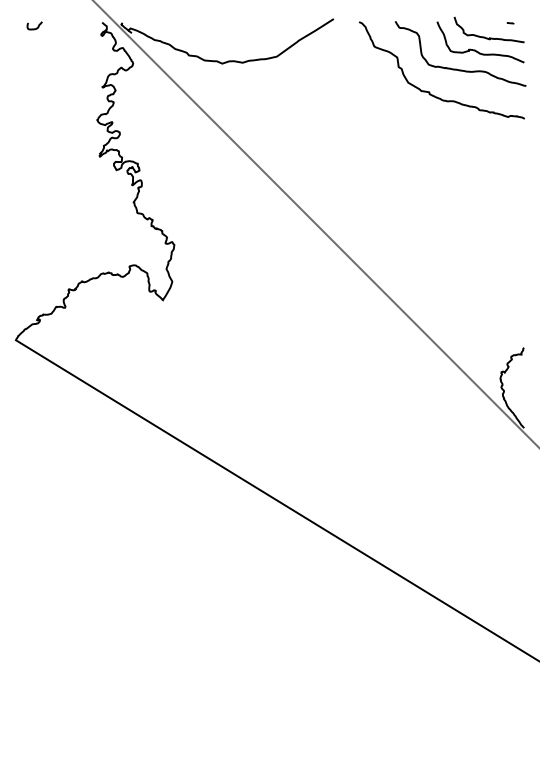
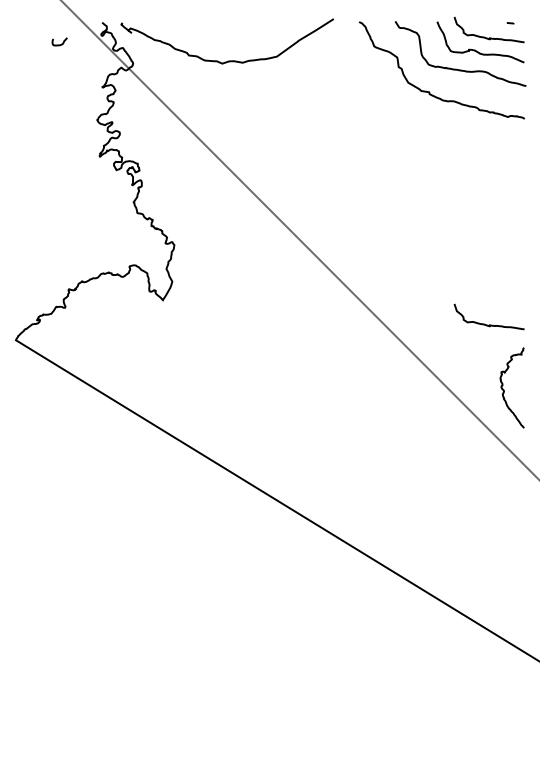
curve at (36, 27) position: (36, 27) -> (61, 43)
line at (315, 223) position: (315, 223) -> (299, 239)
curve at (484, 323): none -> present
